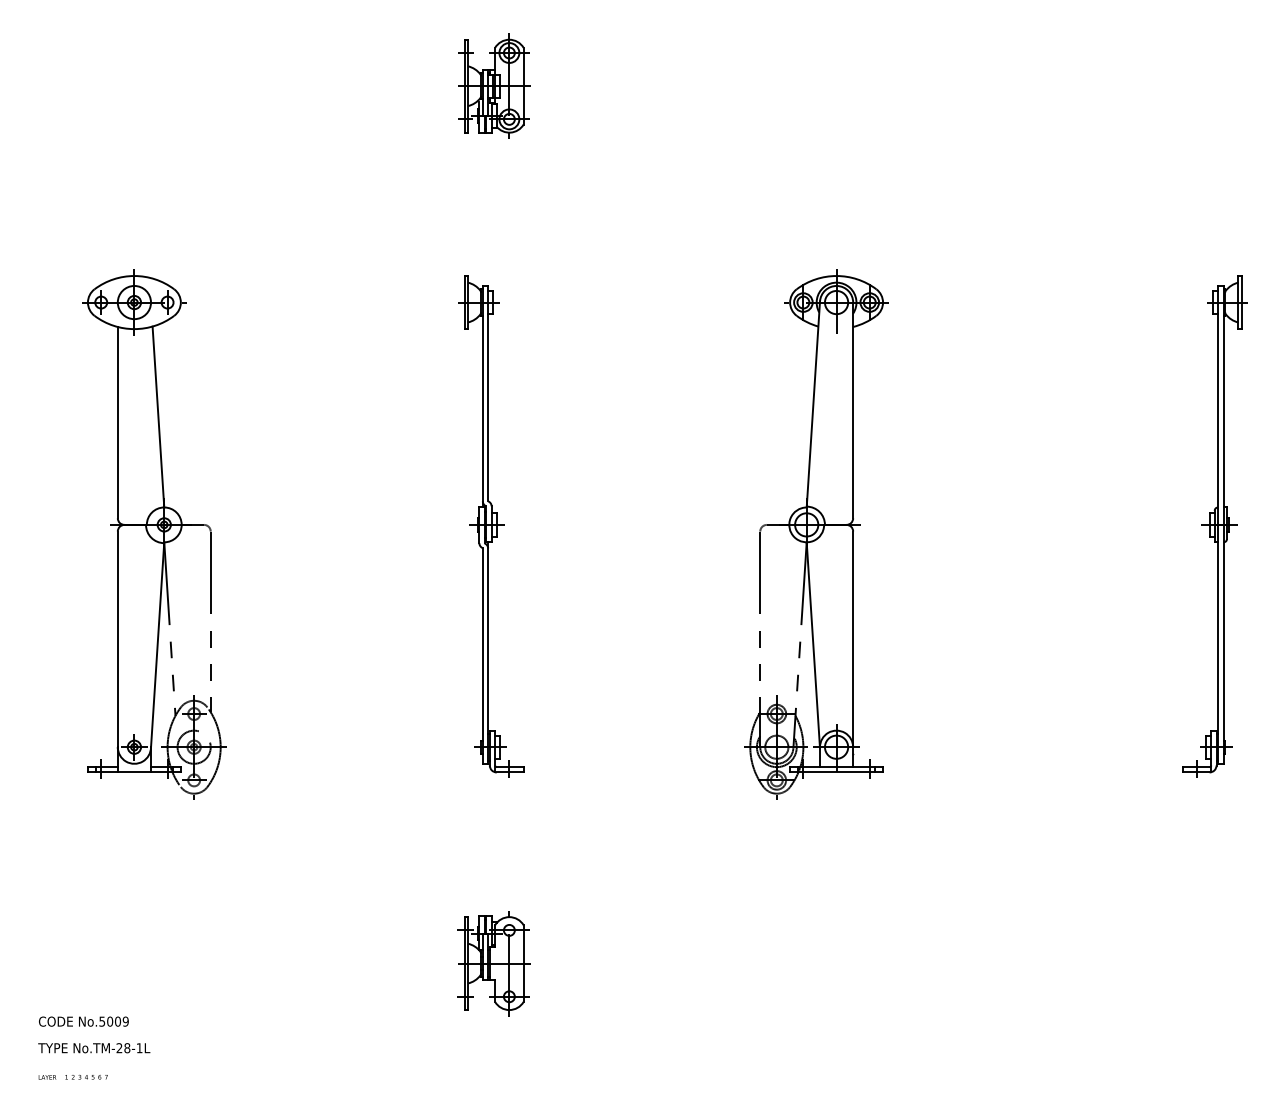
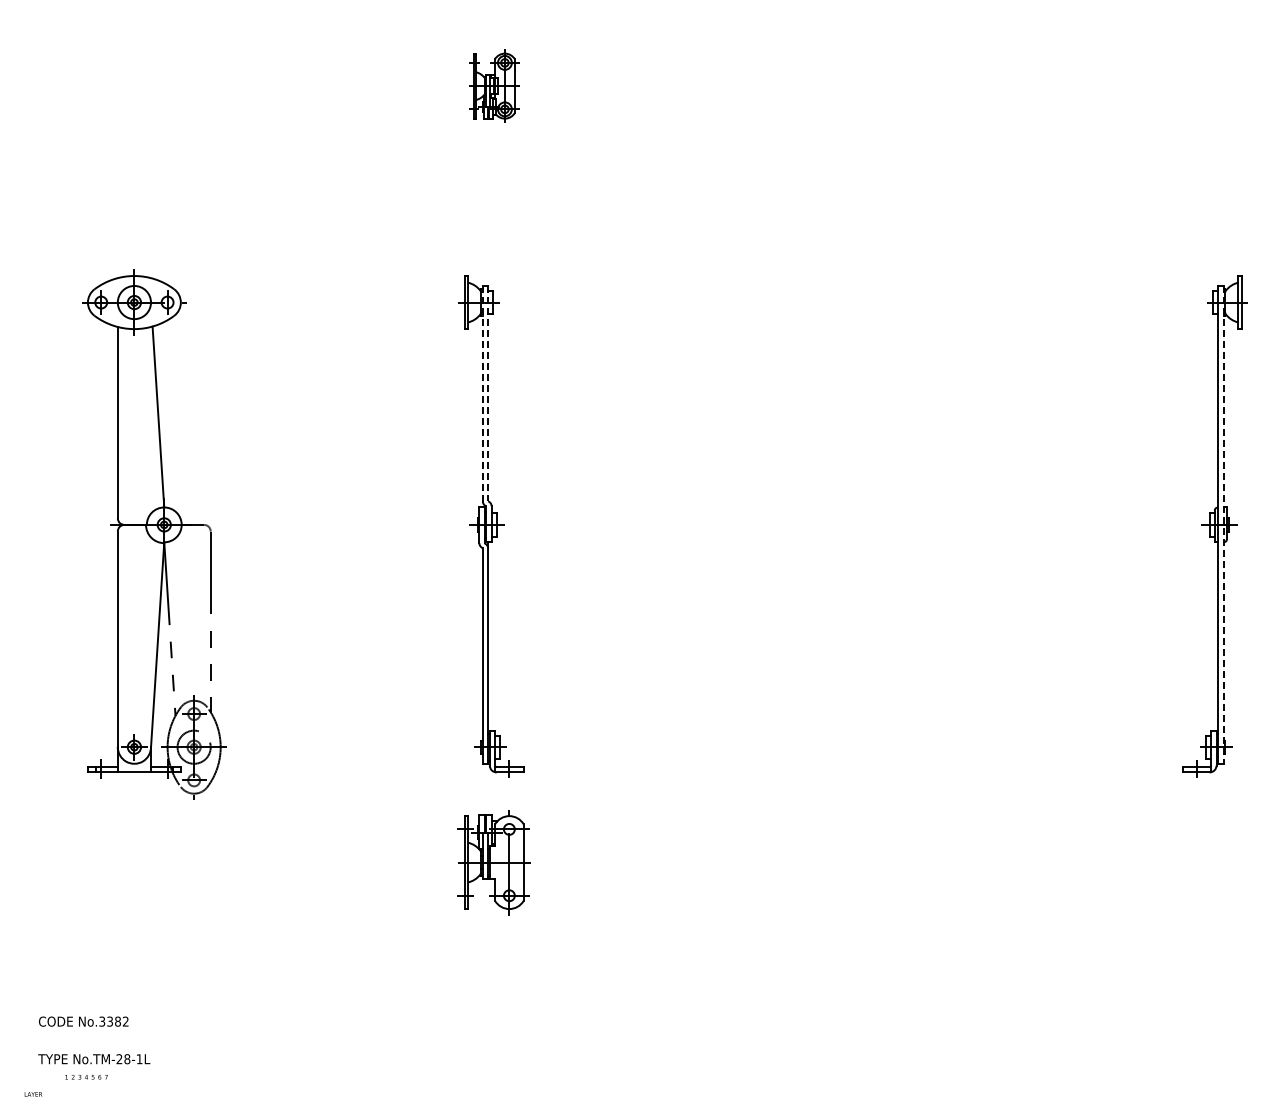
part at (494, 85) size: 73x106 px -> 51x74 px
line at (488, 393): solid -> dashed
line at (482, 396): solid -> dashed
line at (1223, 524): solid -> dashed
part at (816, 534): present -> none
part at (493, 963) position: (493, 963) -> (493, 862)
text at (113, 1021): No.5009 -> No.3382
text at (94, 1048) position: (94, 1048) -> (94, 1059)
text at (47, 1077) position: (47, 1077) -> (33, 1094)
